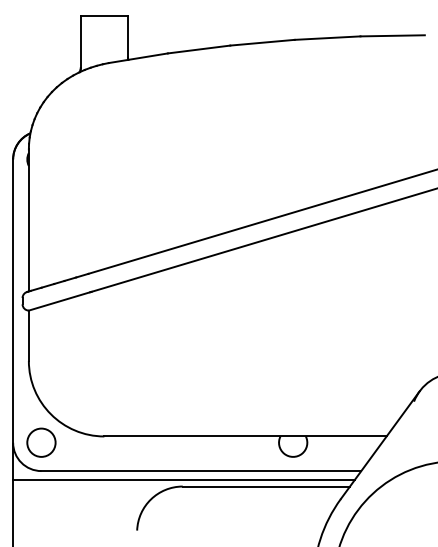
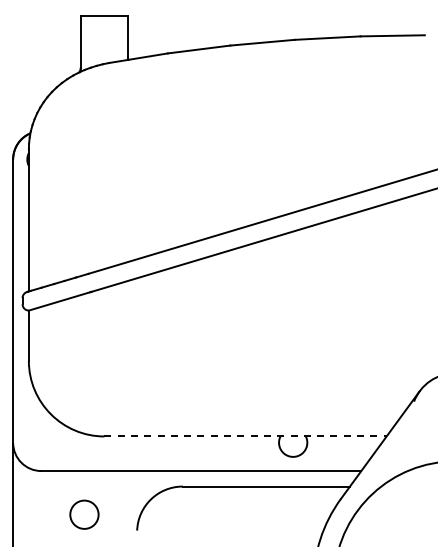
line at (246, 436): solid -> dashed
circle at (41, 442) position: (41, 442) -> (84, 514)
line at (183, 480): present -> none
